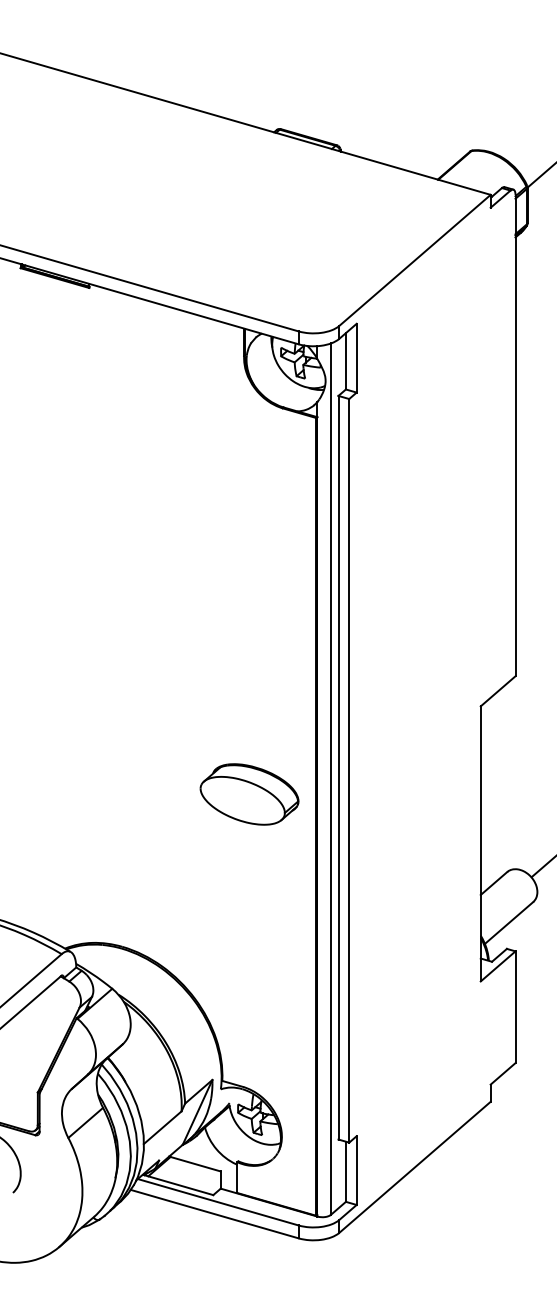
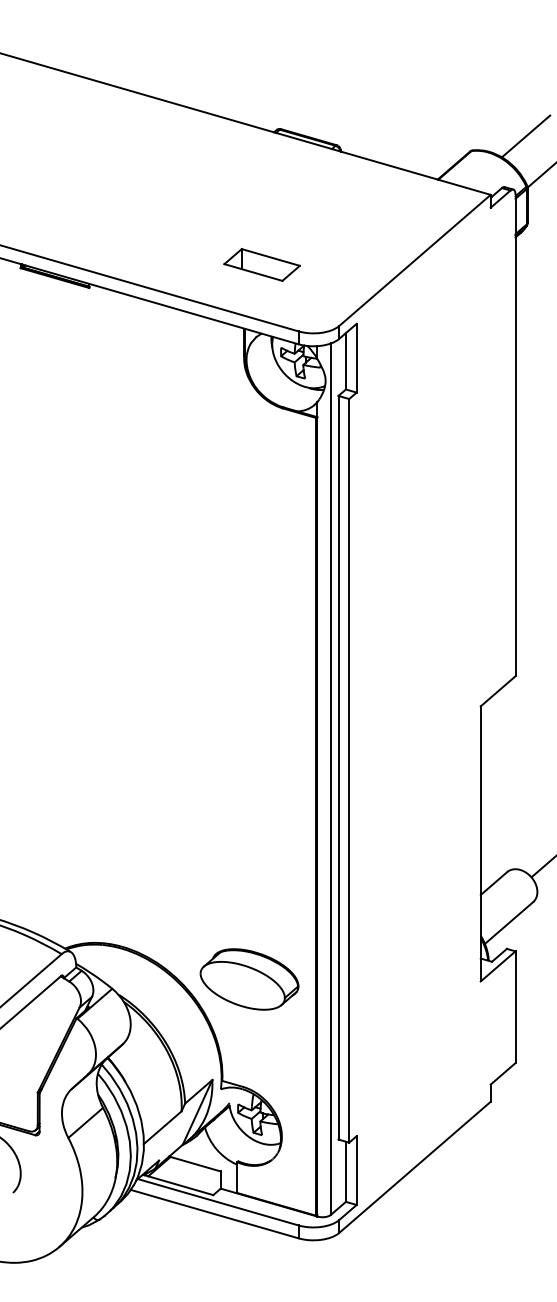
line at (525, 136): none -> present
part at (261, 264): none -> present
part at (249, 794) position: (249, 794) -> (249, 979)
